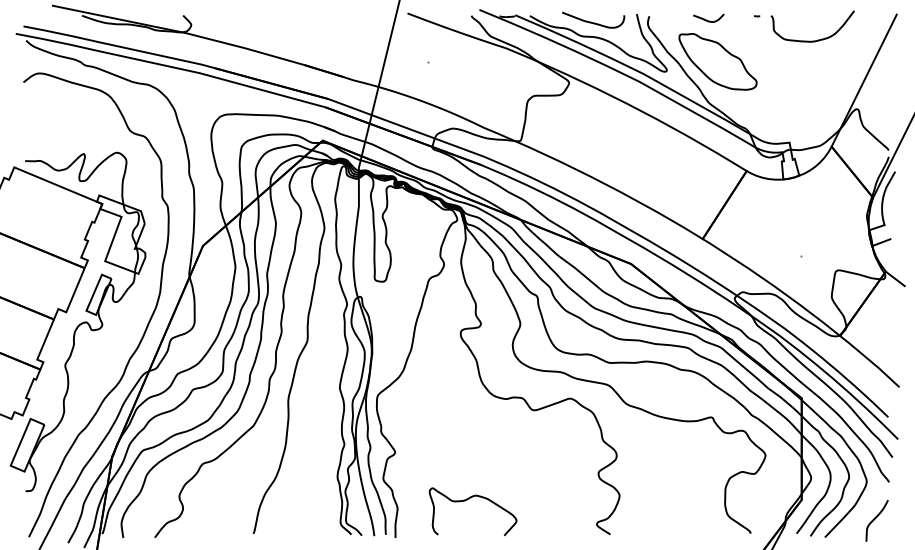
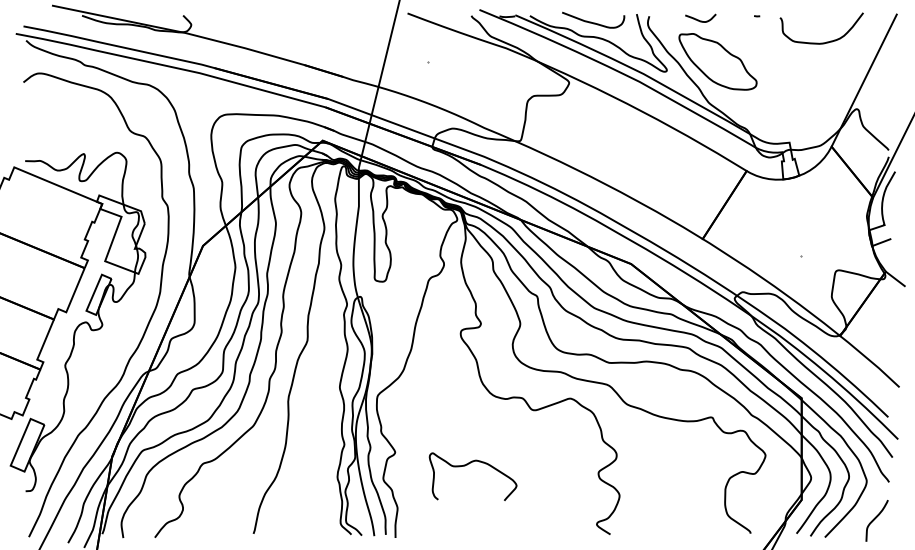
curve at (706, 19) position: (706, 19) -> (698, 19)
curve at (817, 39) position: (817, 39) -> (826, 41)
curve at (467, 500) position: (467, 500) -> (467, 465)
